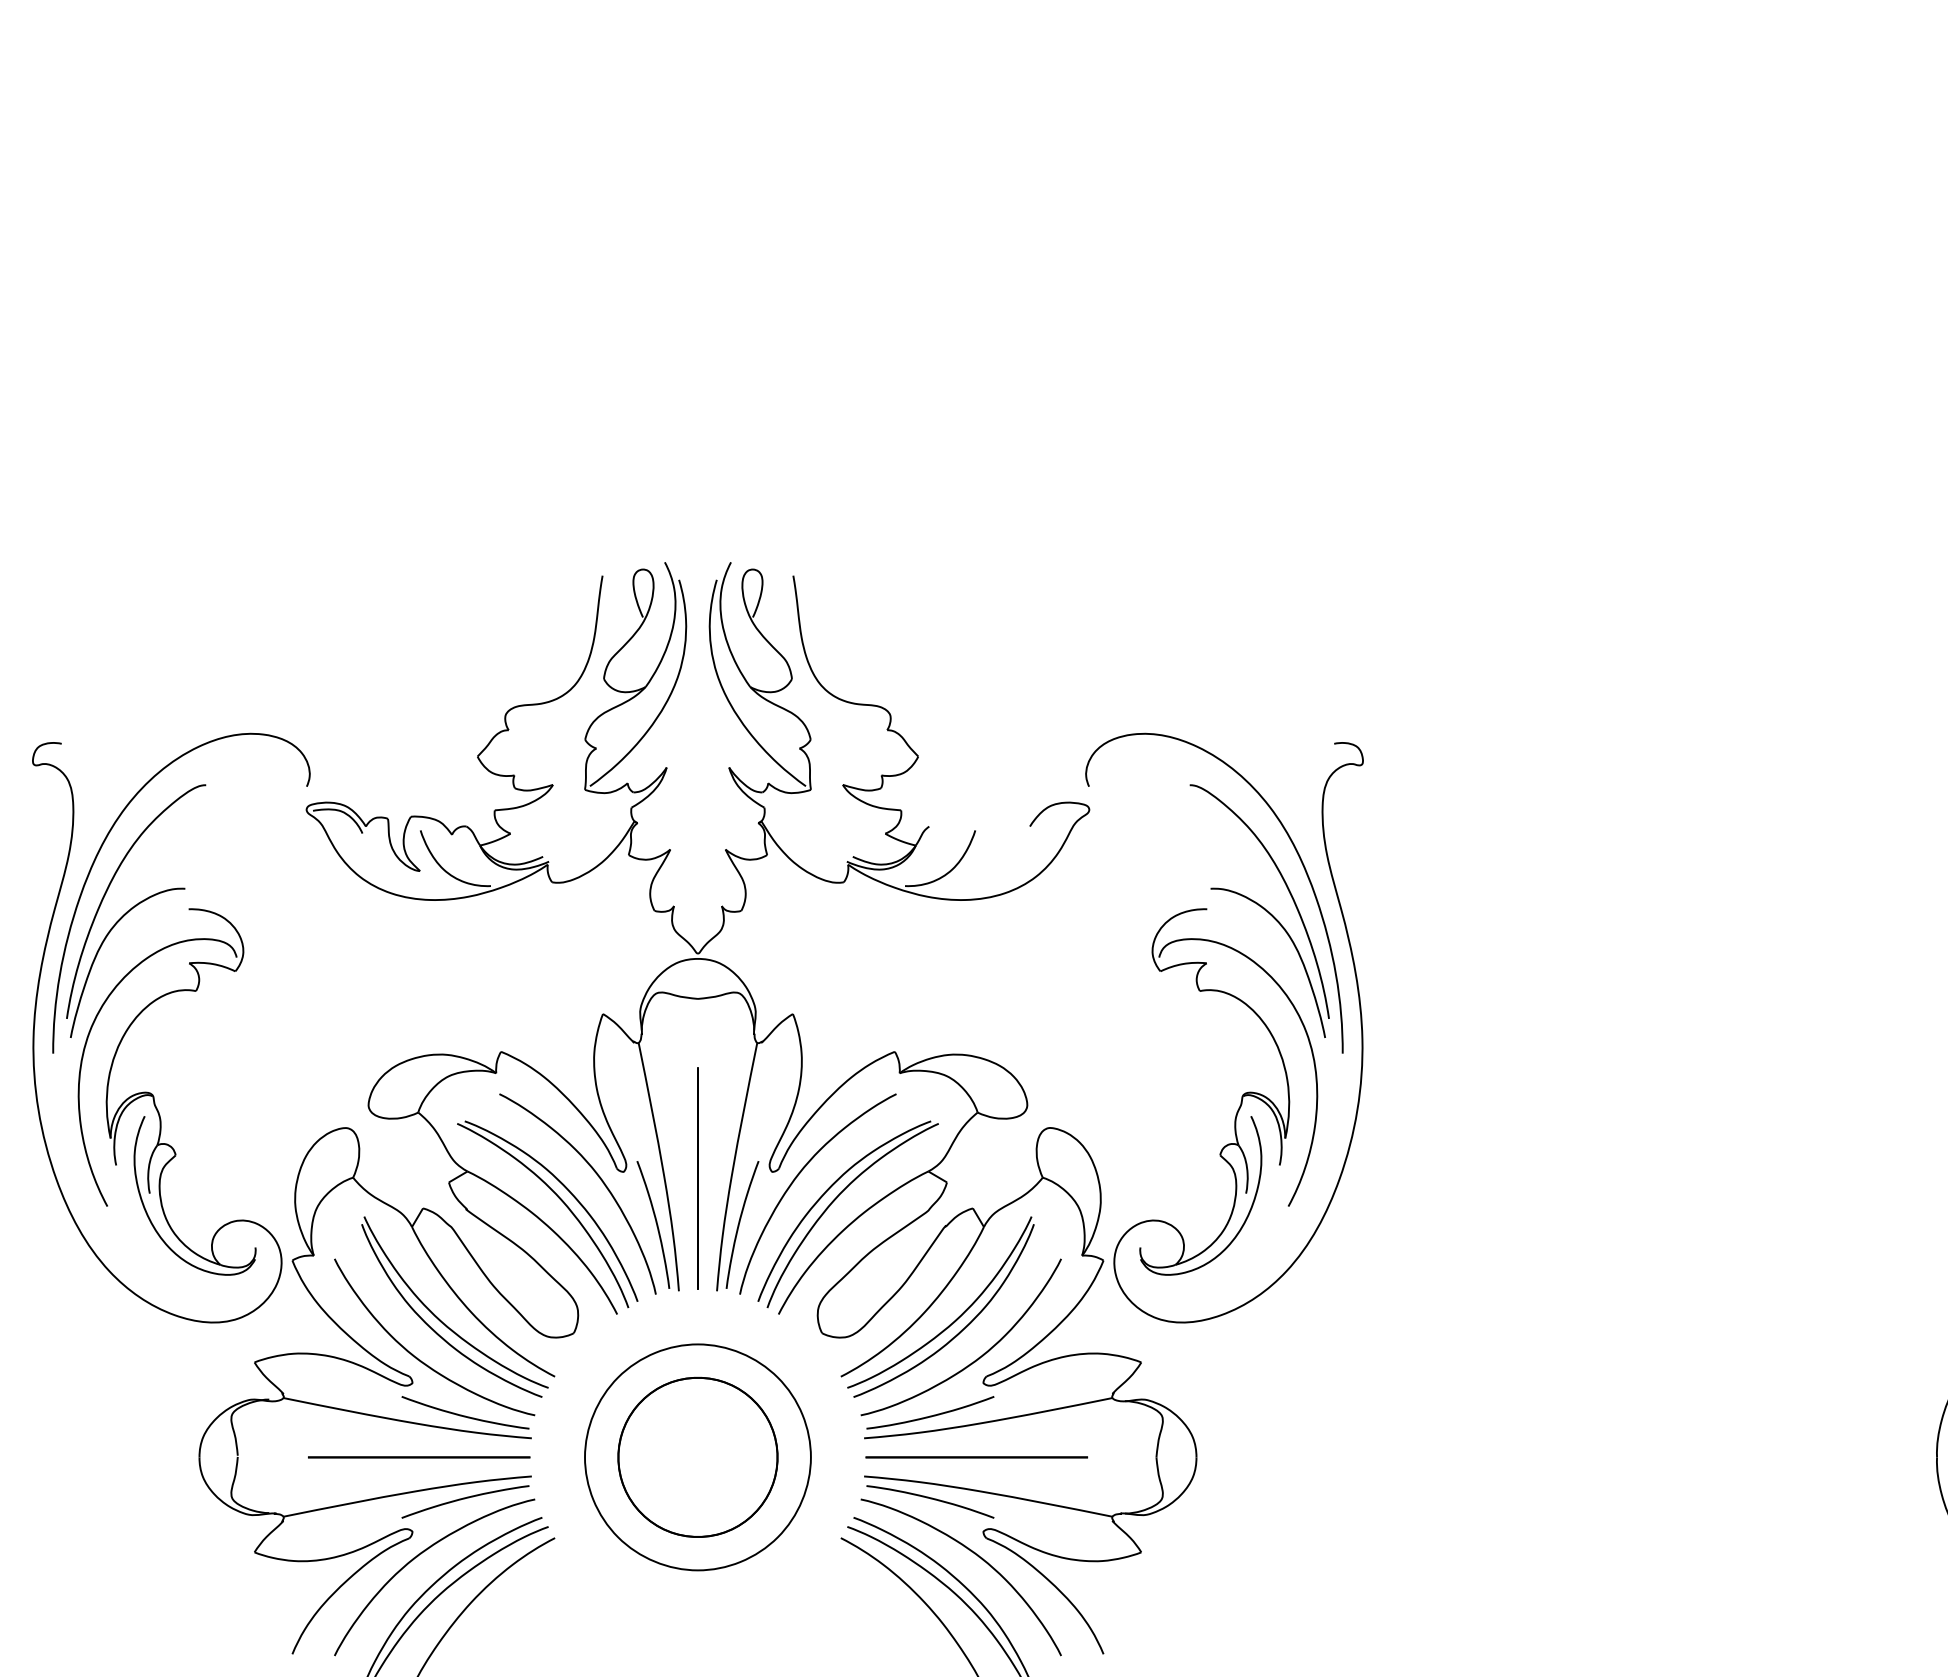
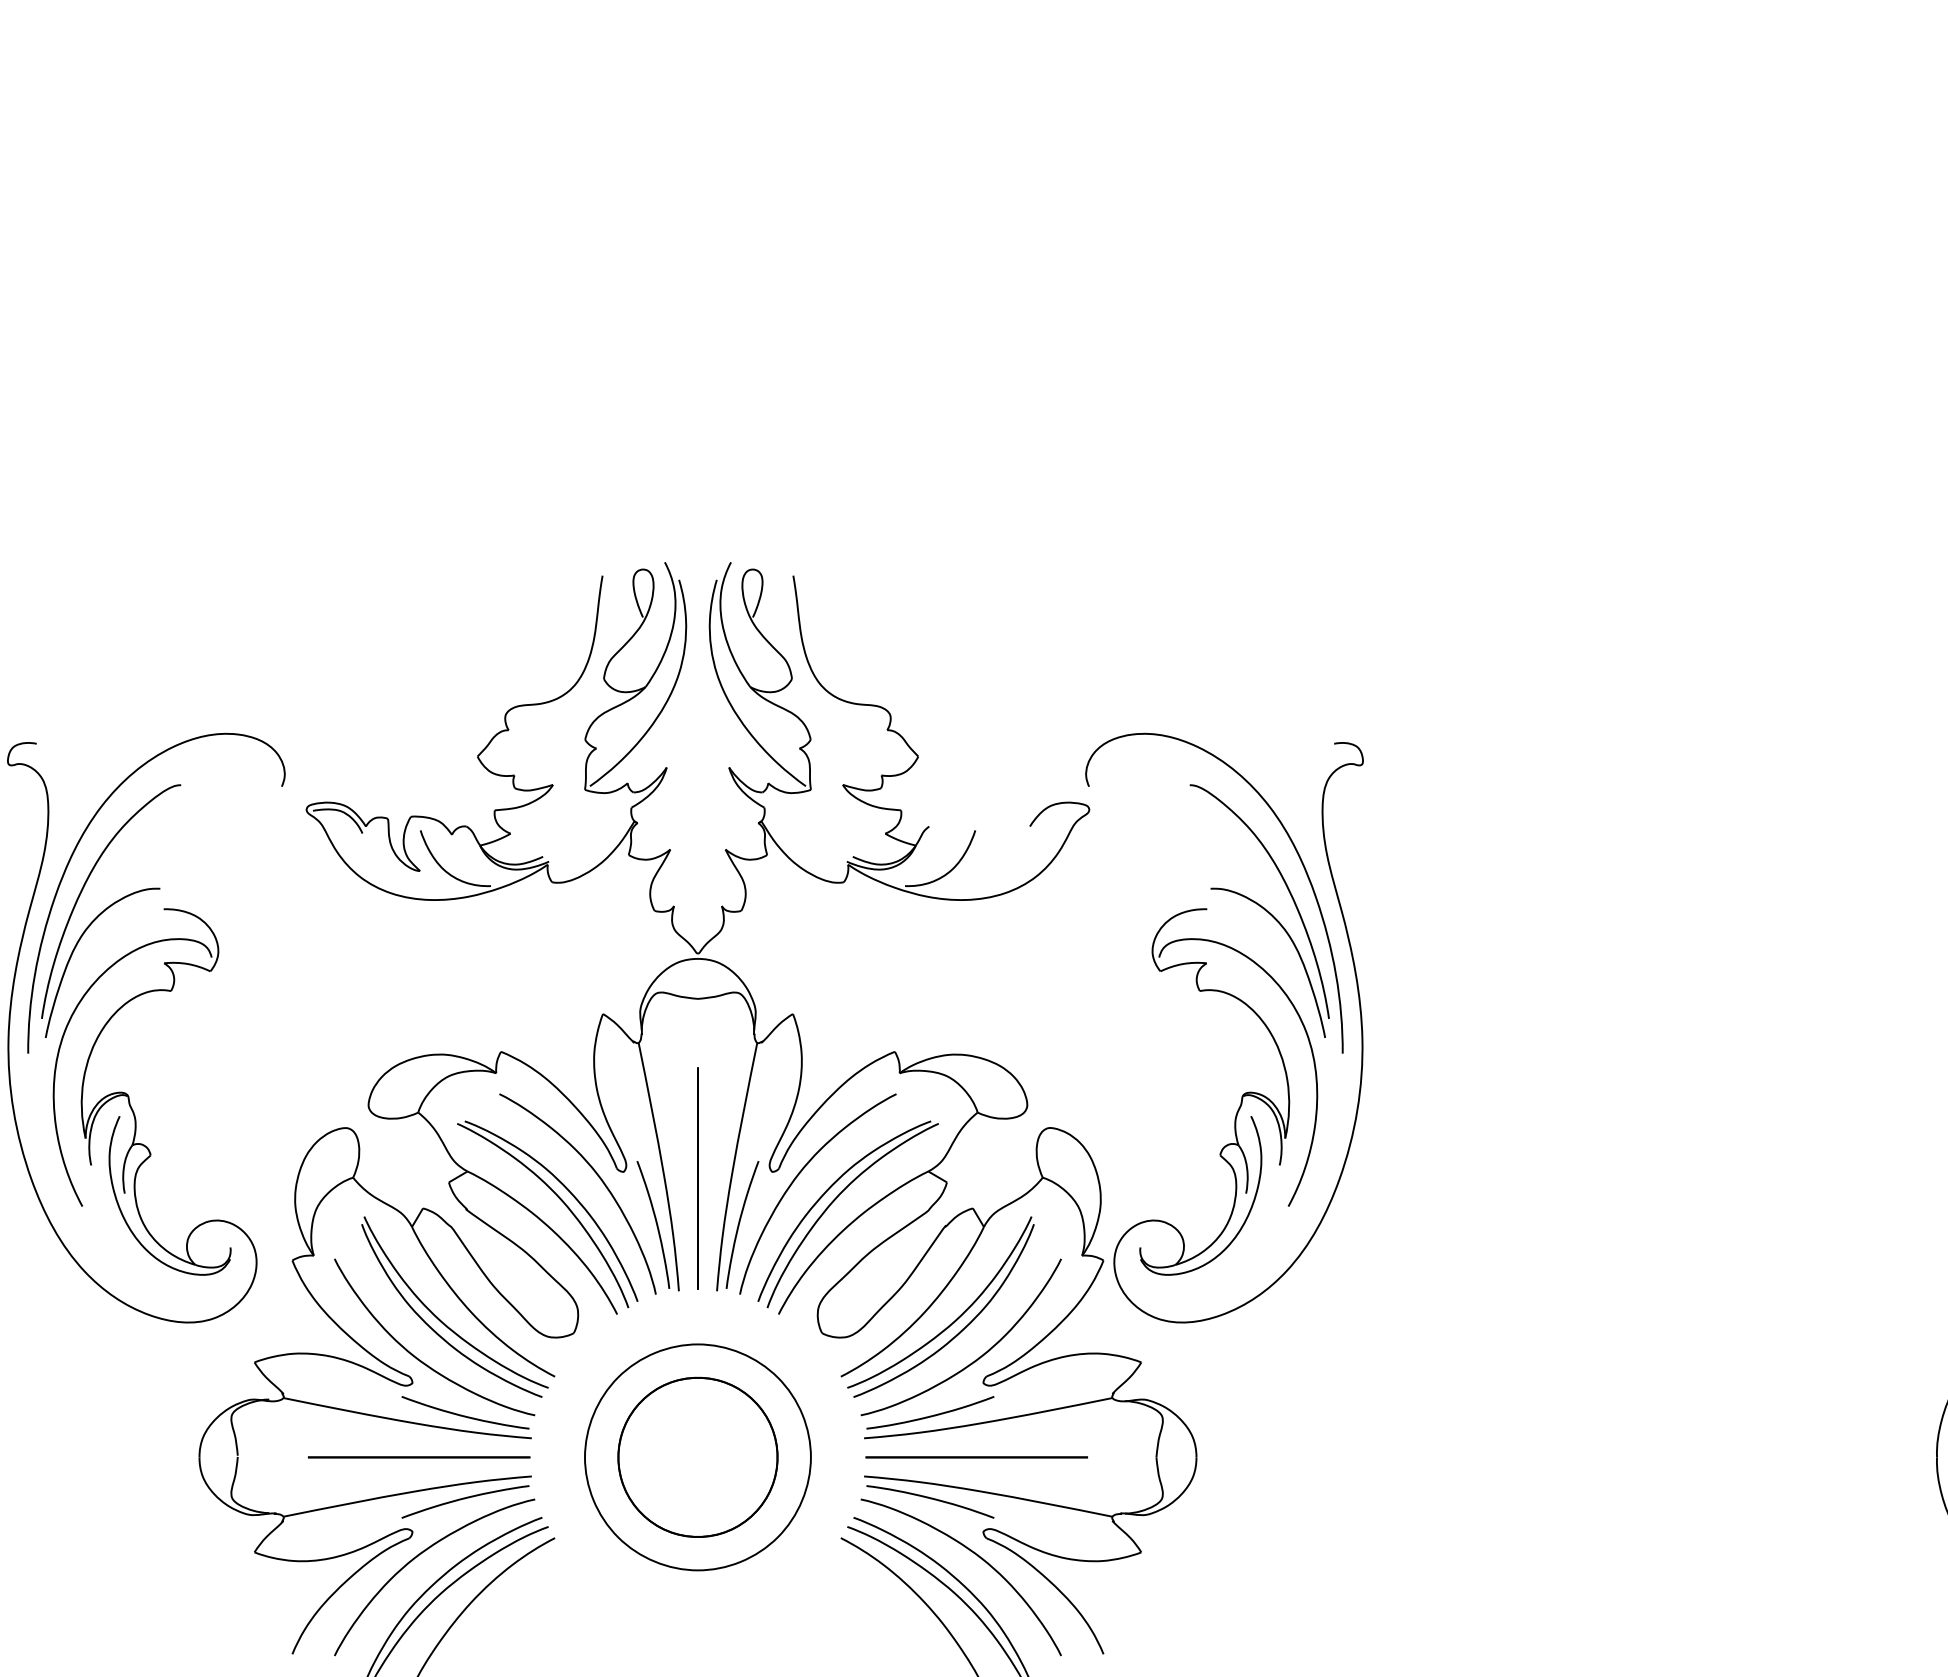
part at (154, 1002) position: (154, 1002) -> (129, 1002)
